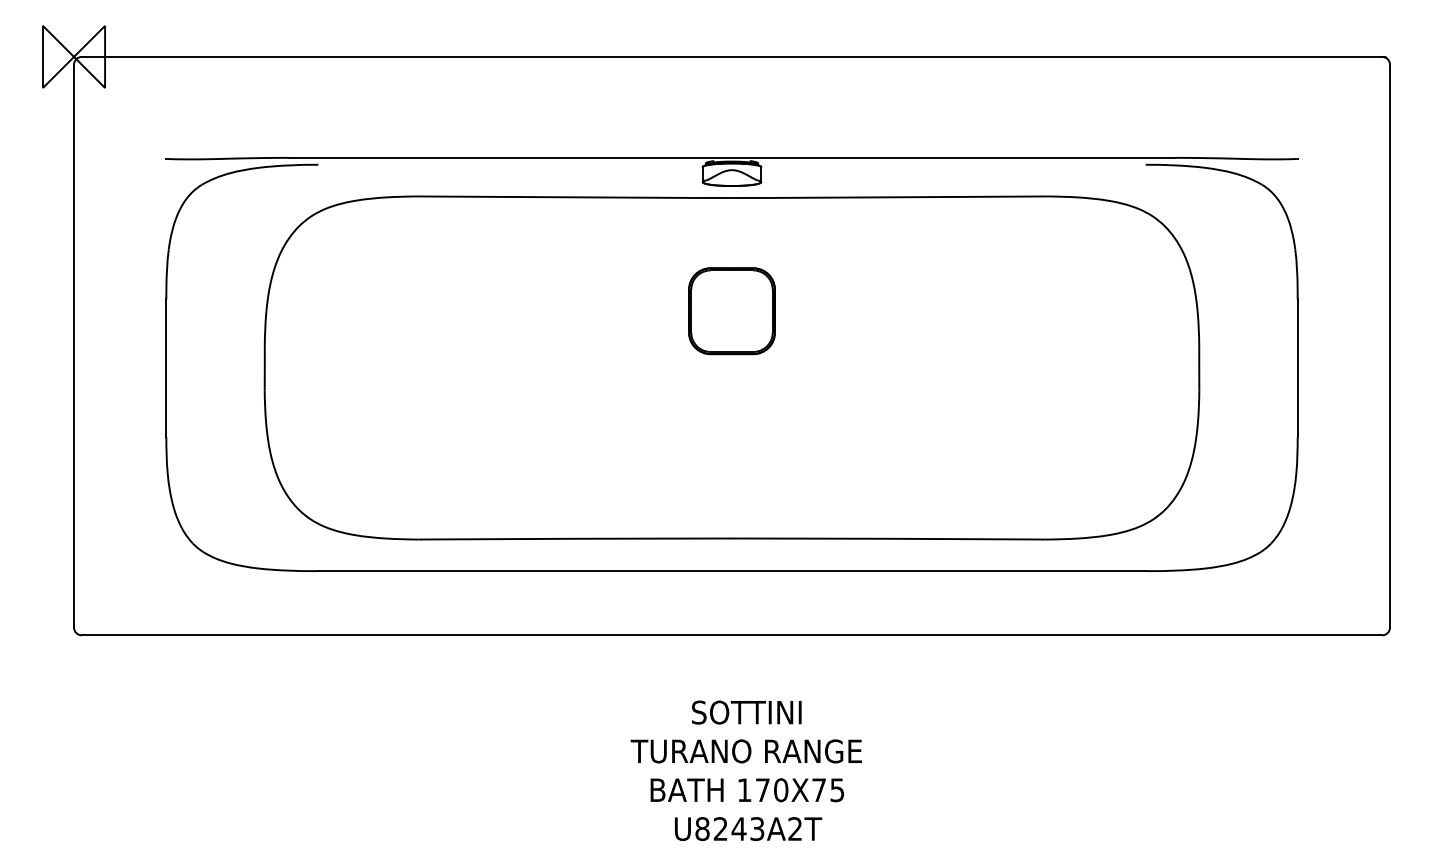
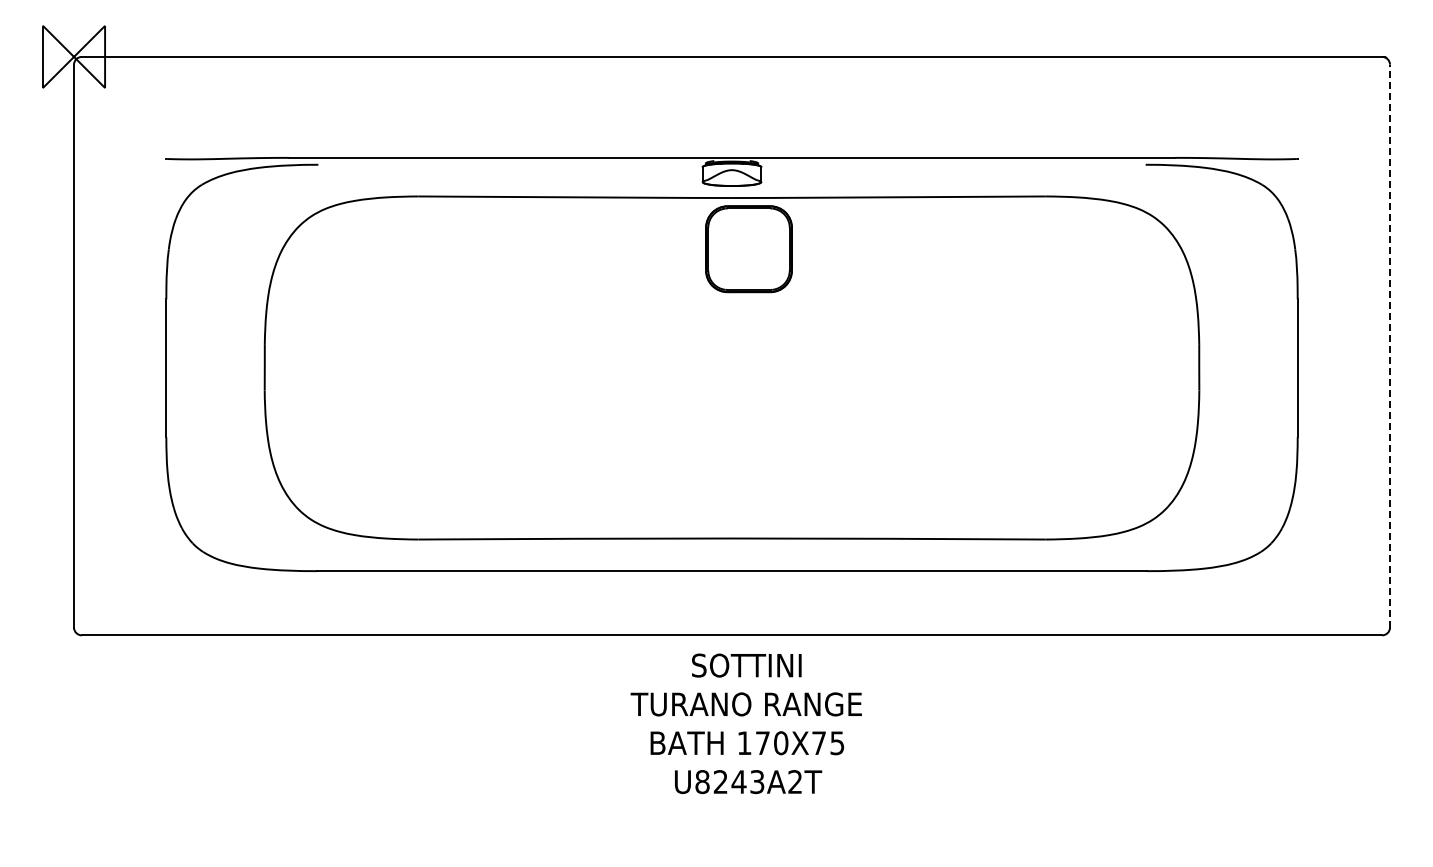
part at (731, 311) position: (731, 311) -> (748, 249)
line at (1390, 345): solid -> dashed
text at (745, 770) position: (745, 770) -> (745, 723)
